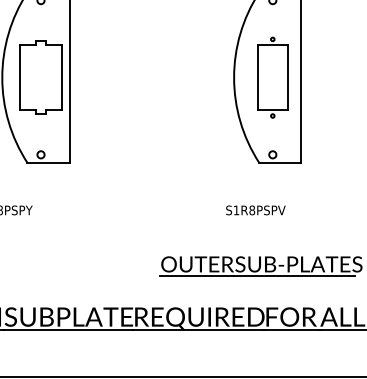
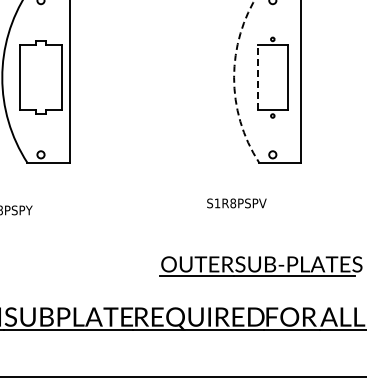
line at (257, 77): solid -> dashed
arc at (234, 81): solid -> dashed
text at (255, 210) position: (255, 210) -> (236, 203)
